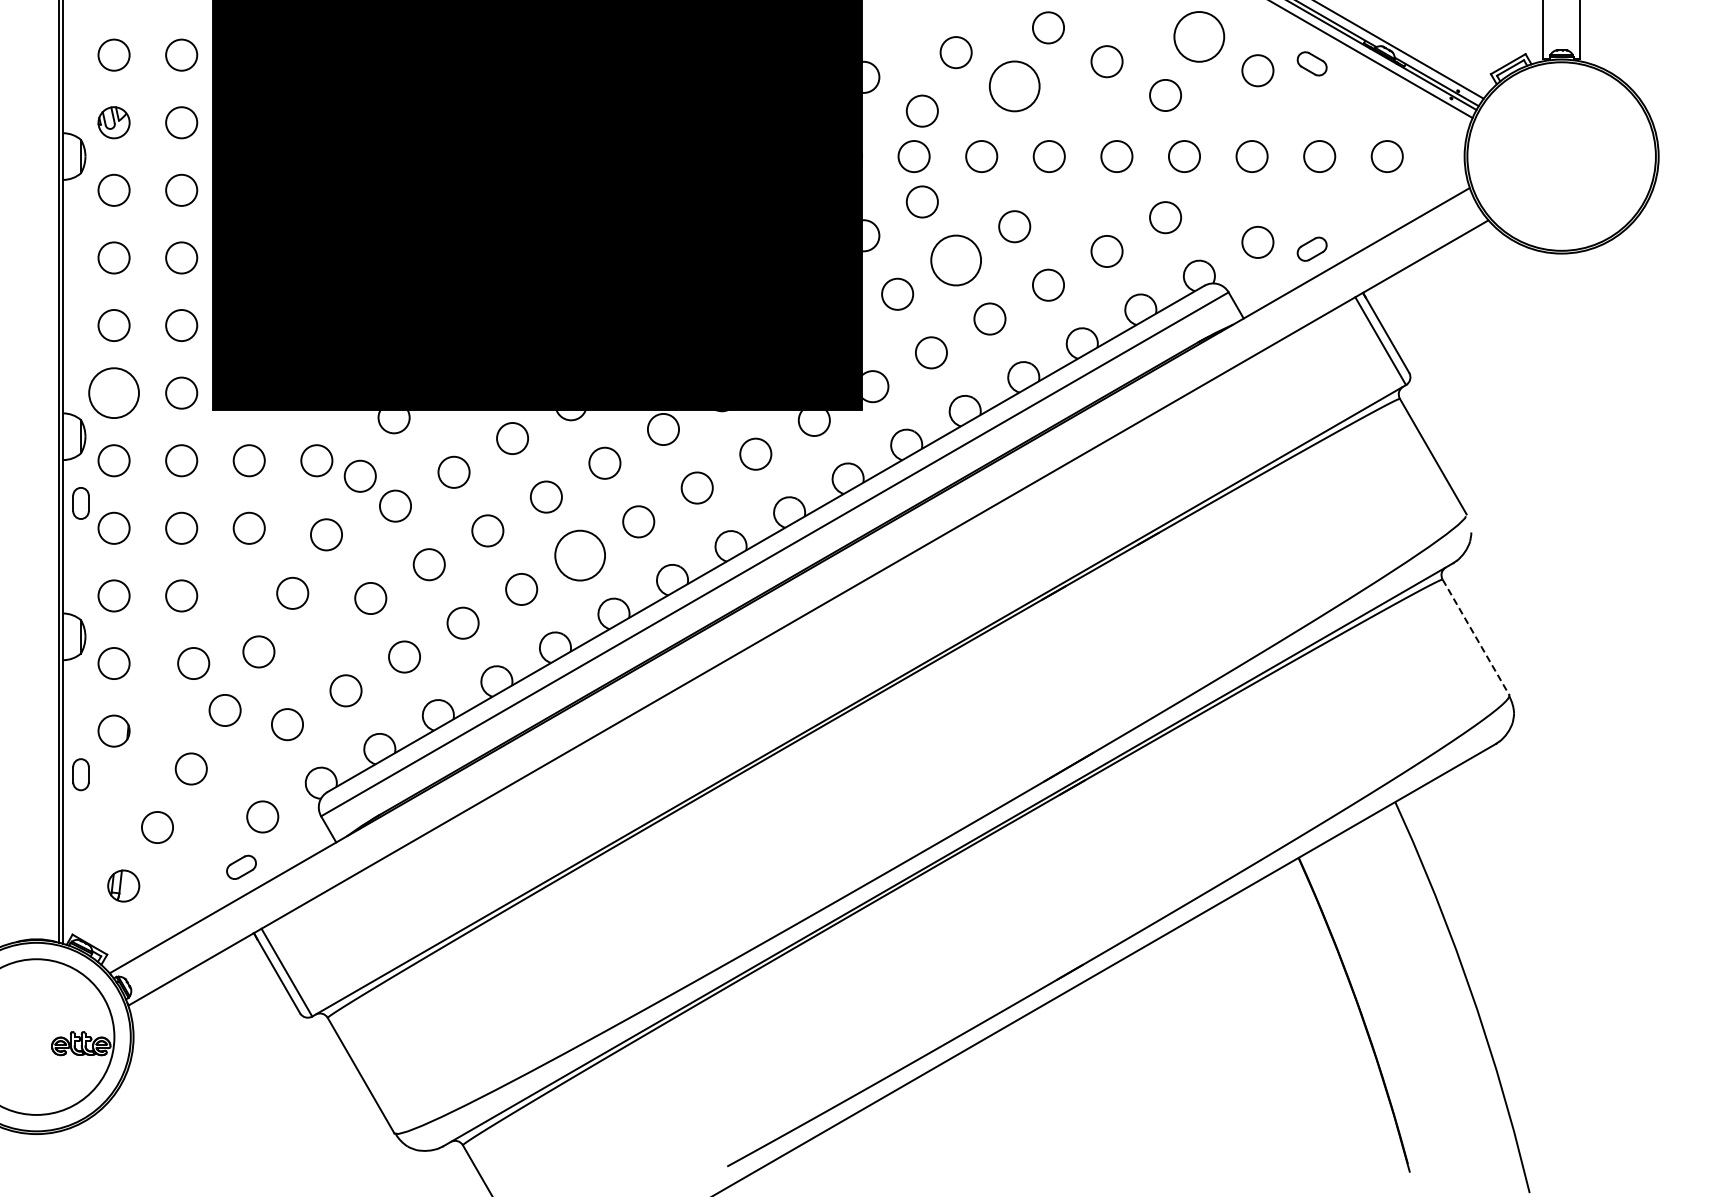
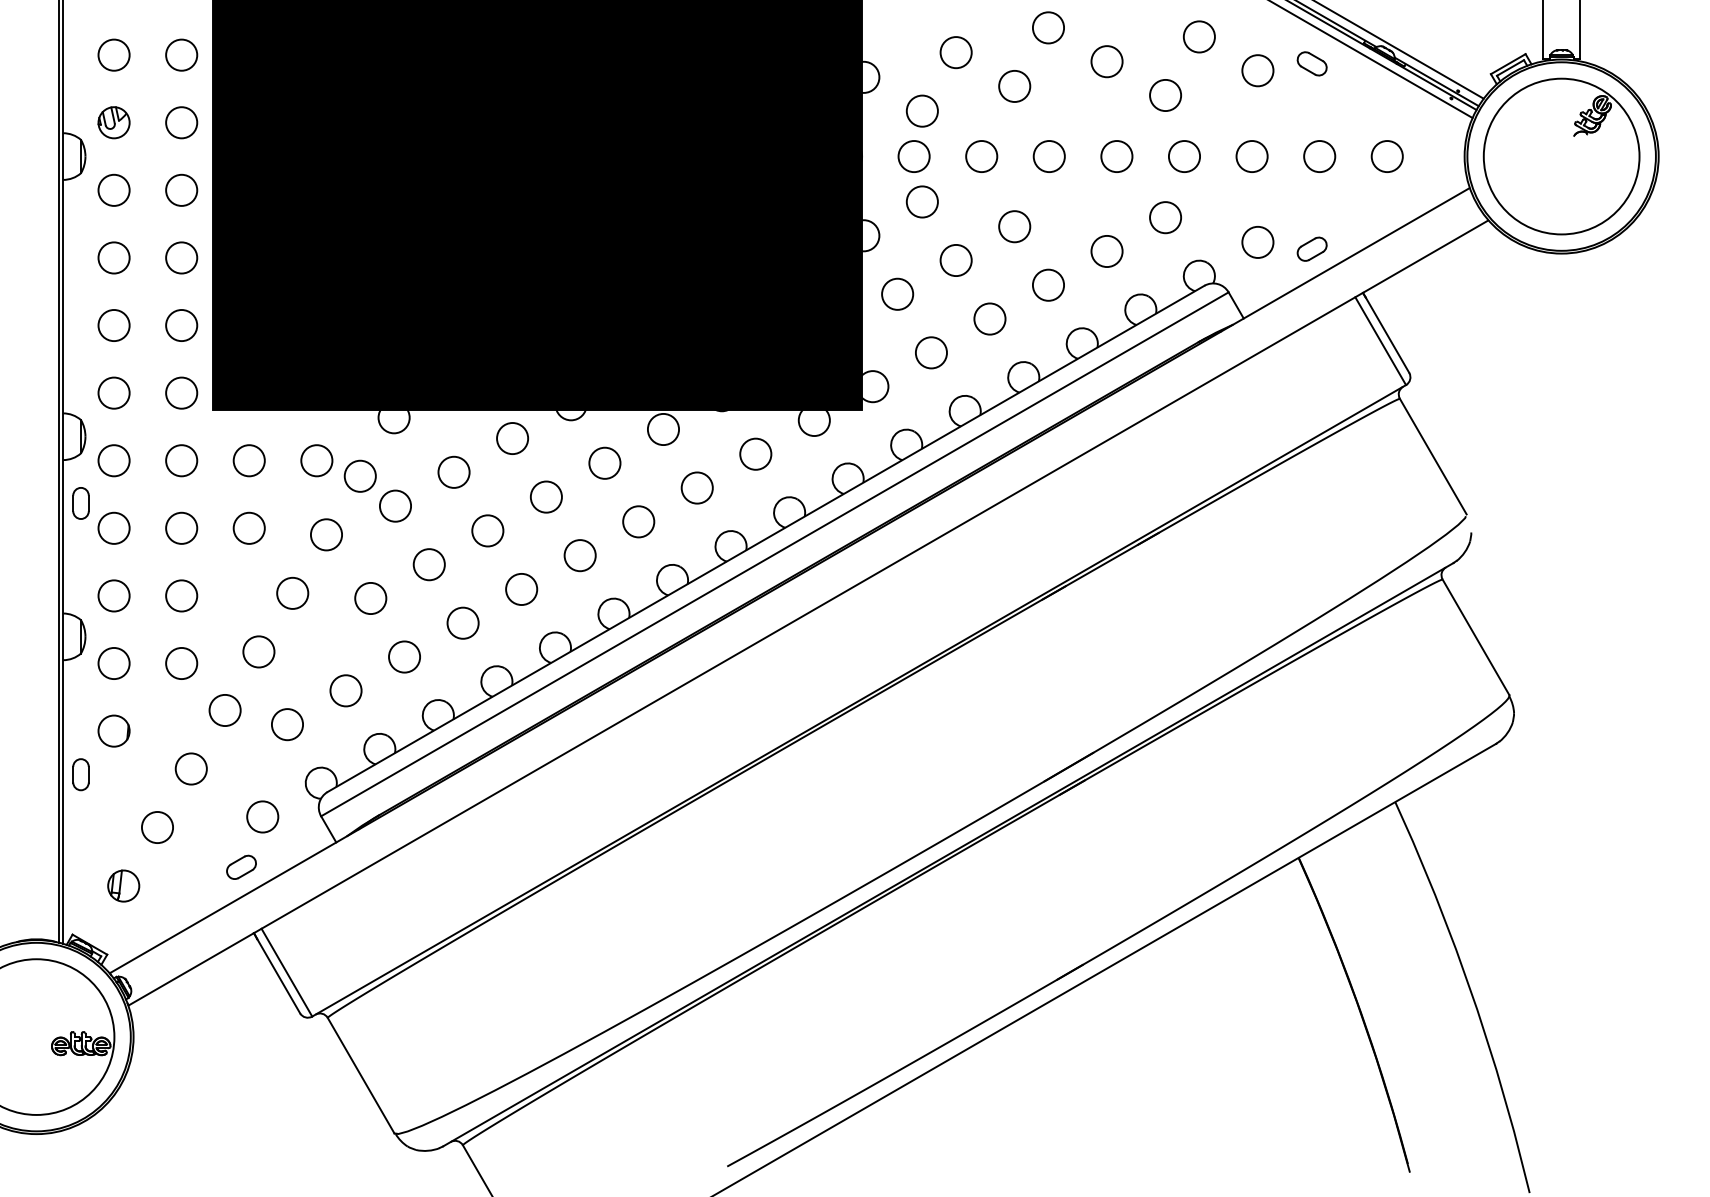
circle at (1199, 36) size: 53x52 px -> 33x34 px
circle at (1014, 86) diameter: 50 px -> 31 px
part at (1561, 156): none -> present
circle at (956, 260) diameter: 50 px -> 31 px
circle at (113, 393) diameter: 50 px -> 31 px
circle at (580, 555) diameter: 50 px -> 31 px
line at (1476, 637): dashed -> solid
circle at (193, 663) position: (193, 663) -> (181, 663)
